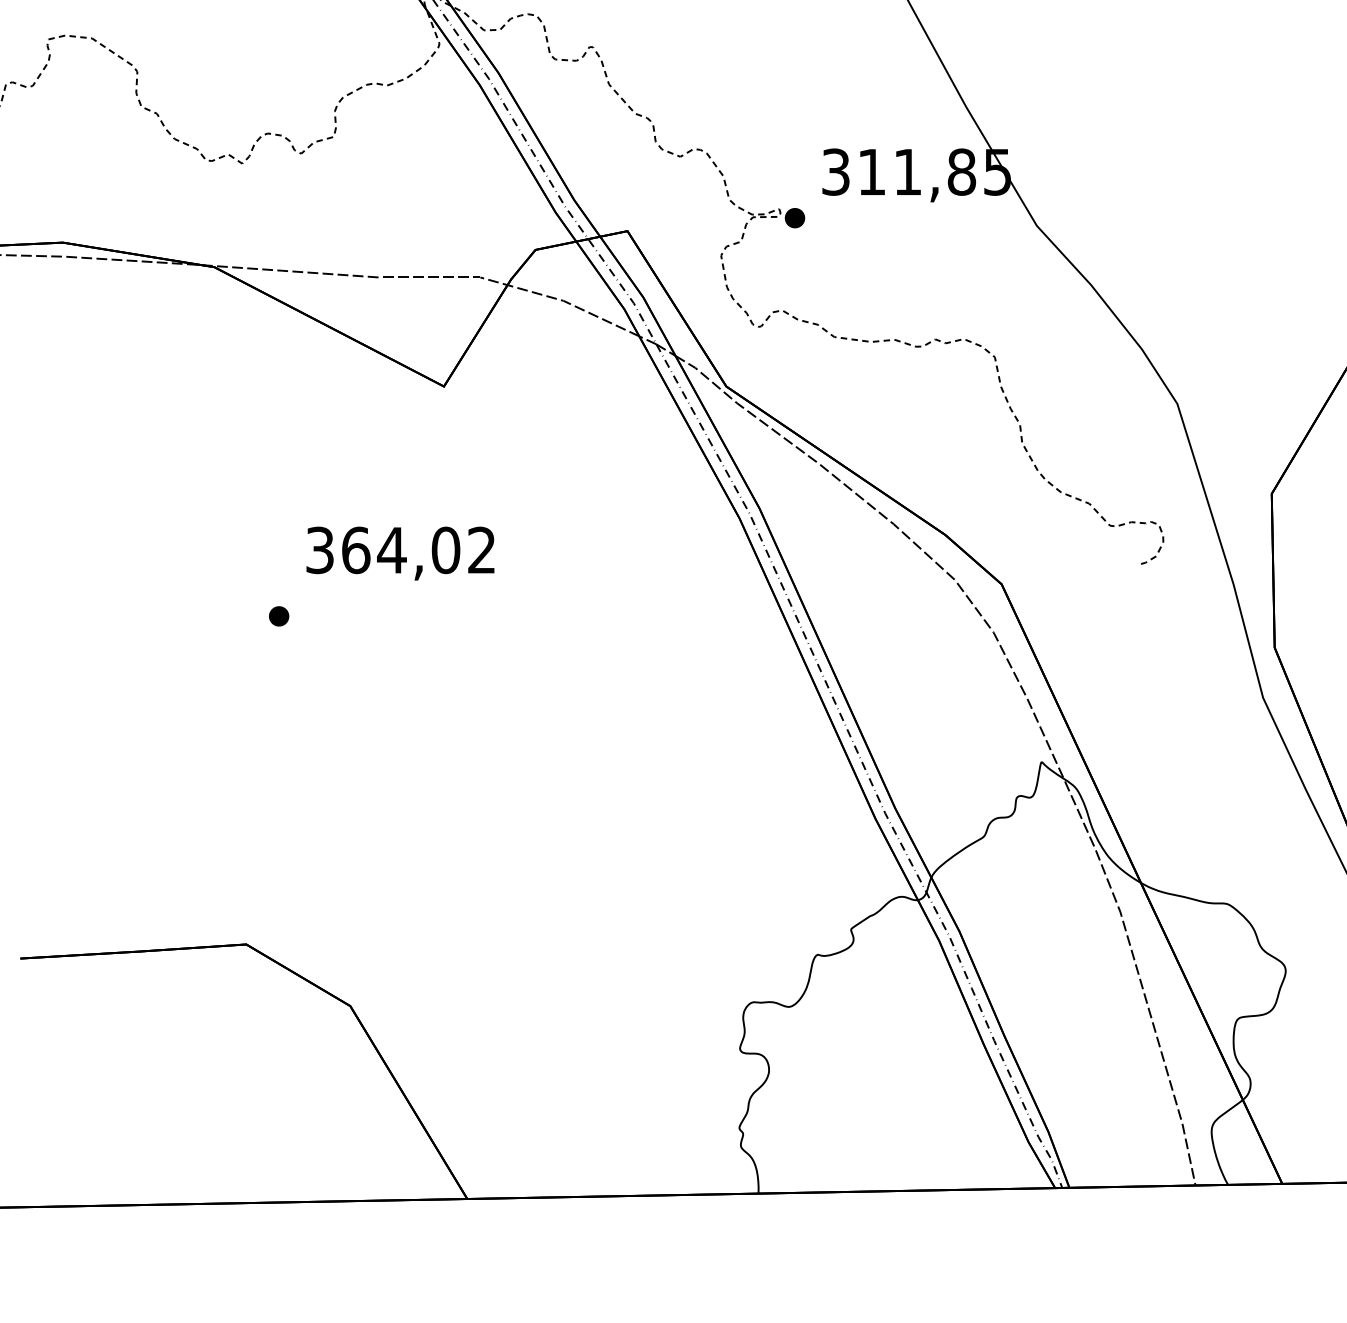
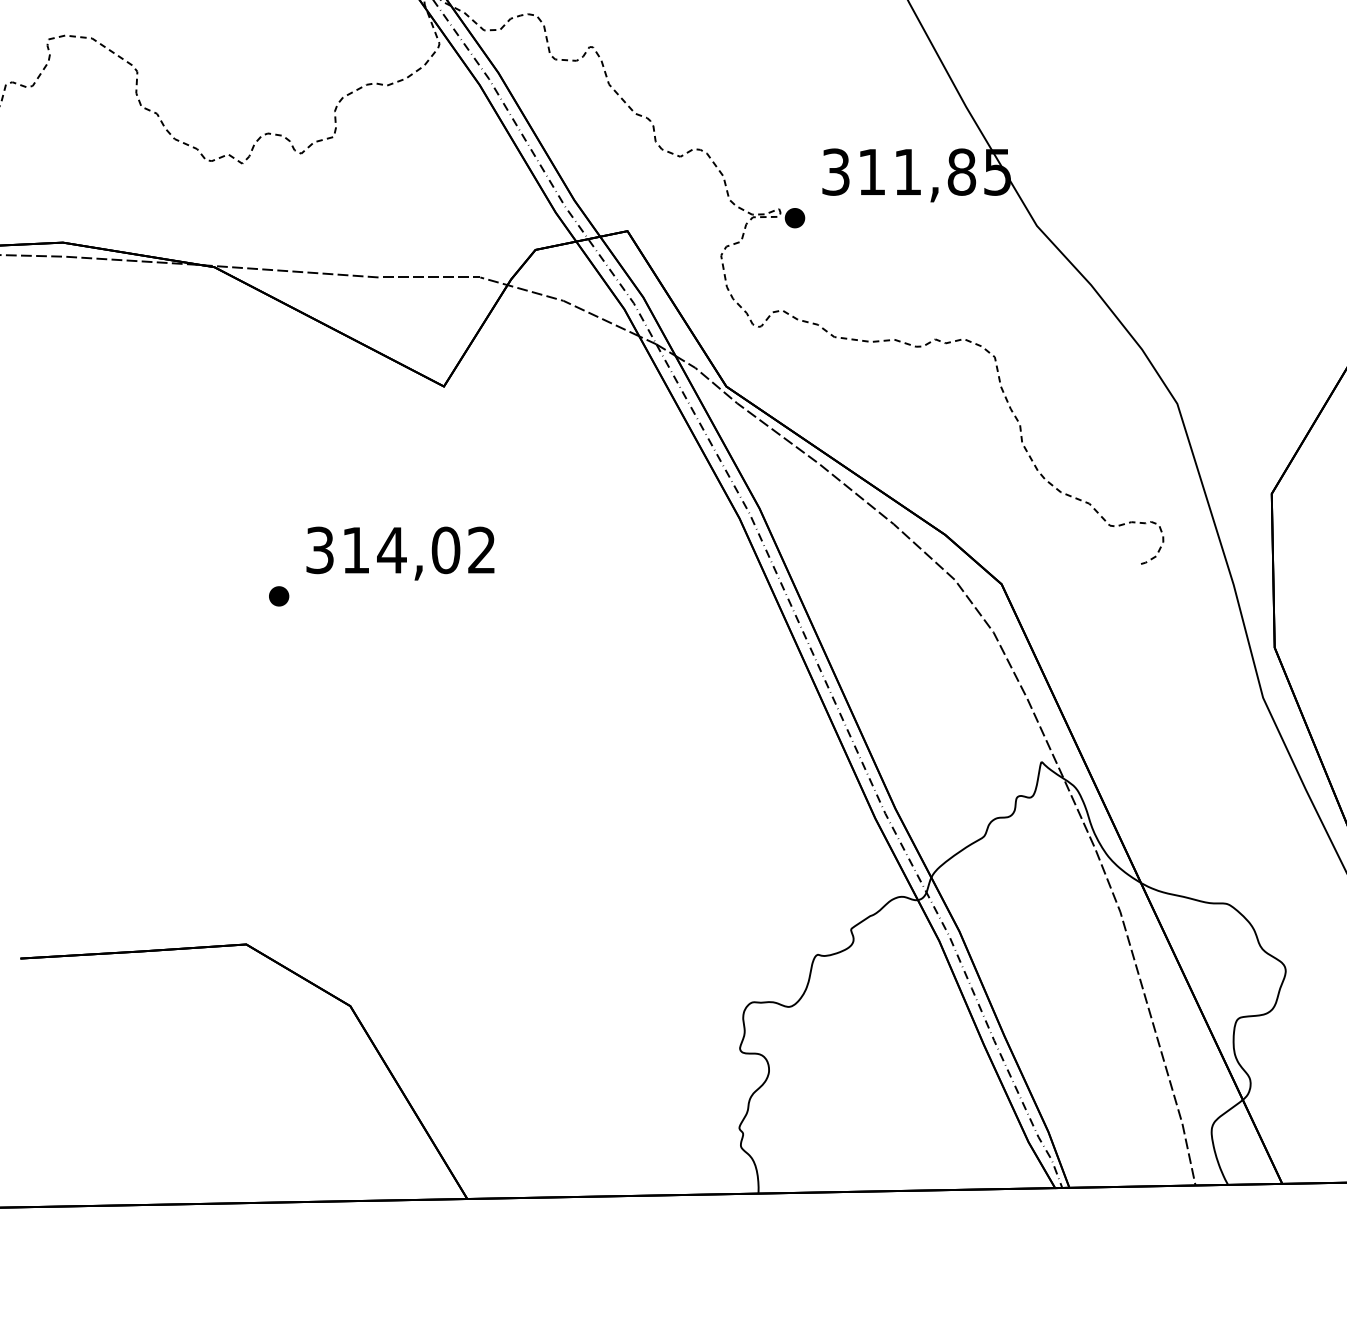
text at (356, 550): 364,02 -> 314,02
part at (279, 616) position: (279, 616) -> (279, 596)
